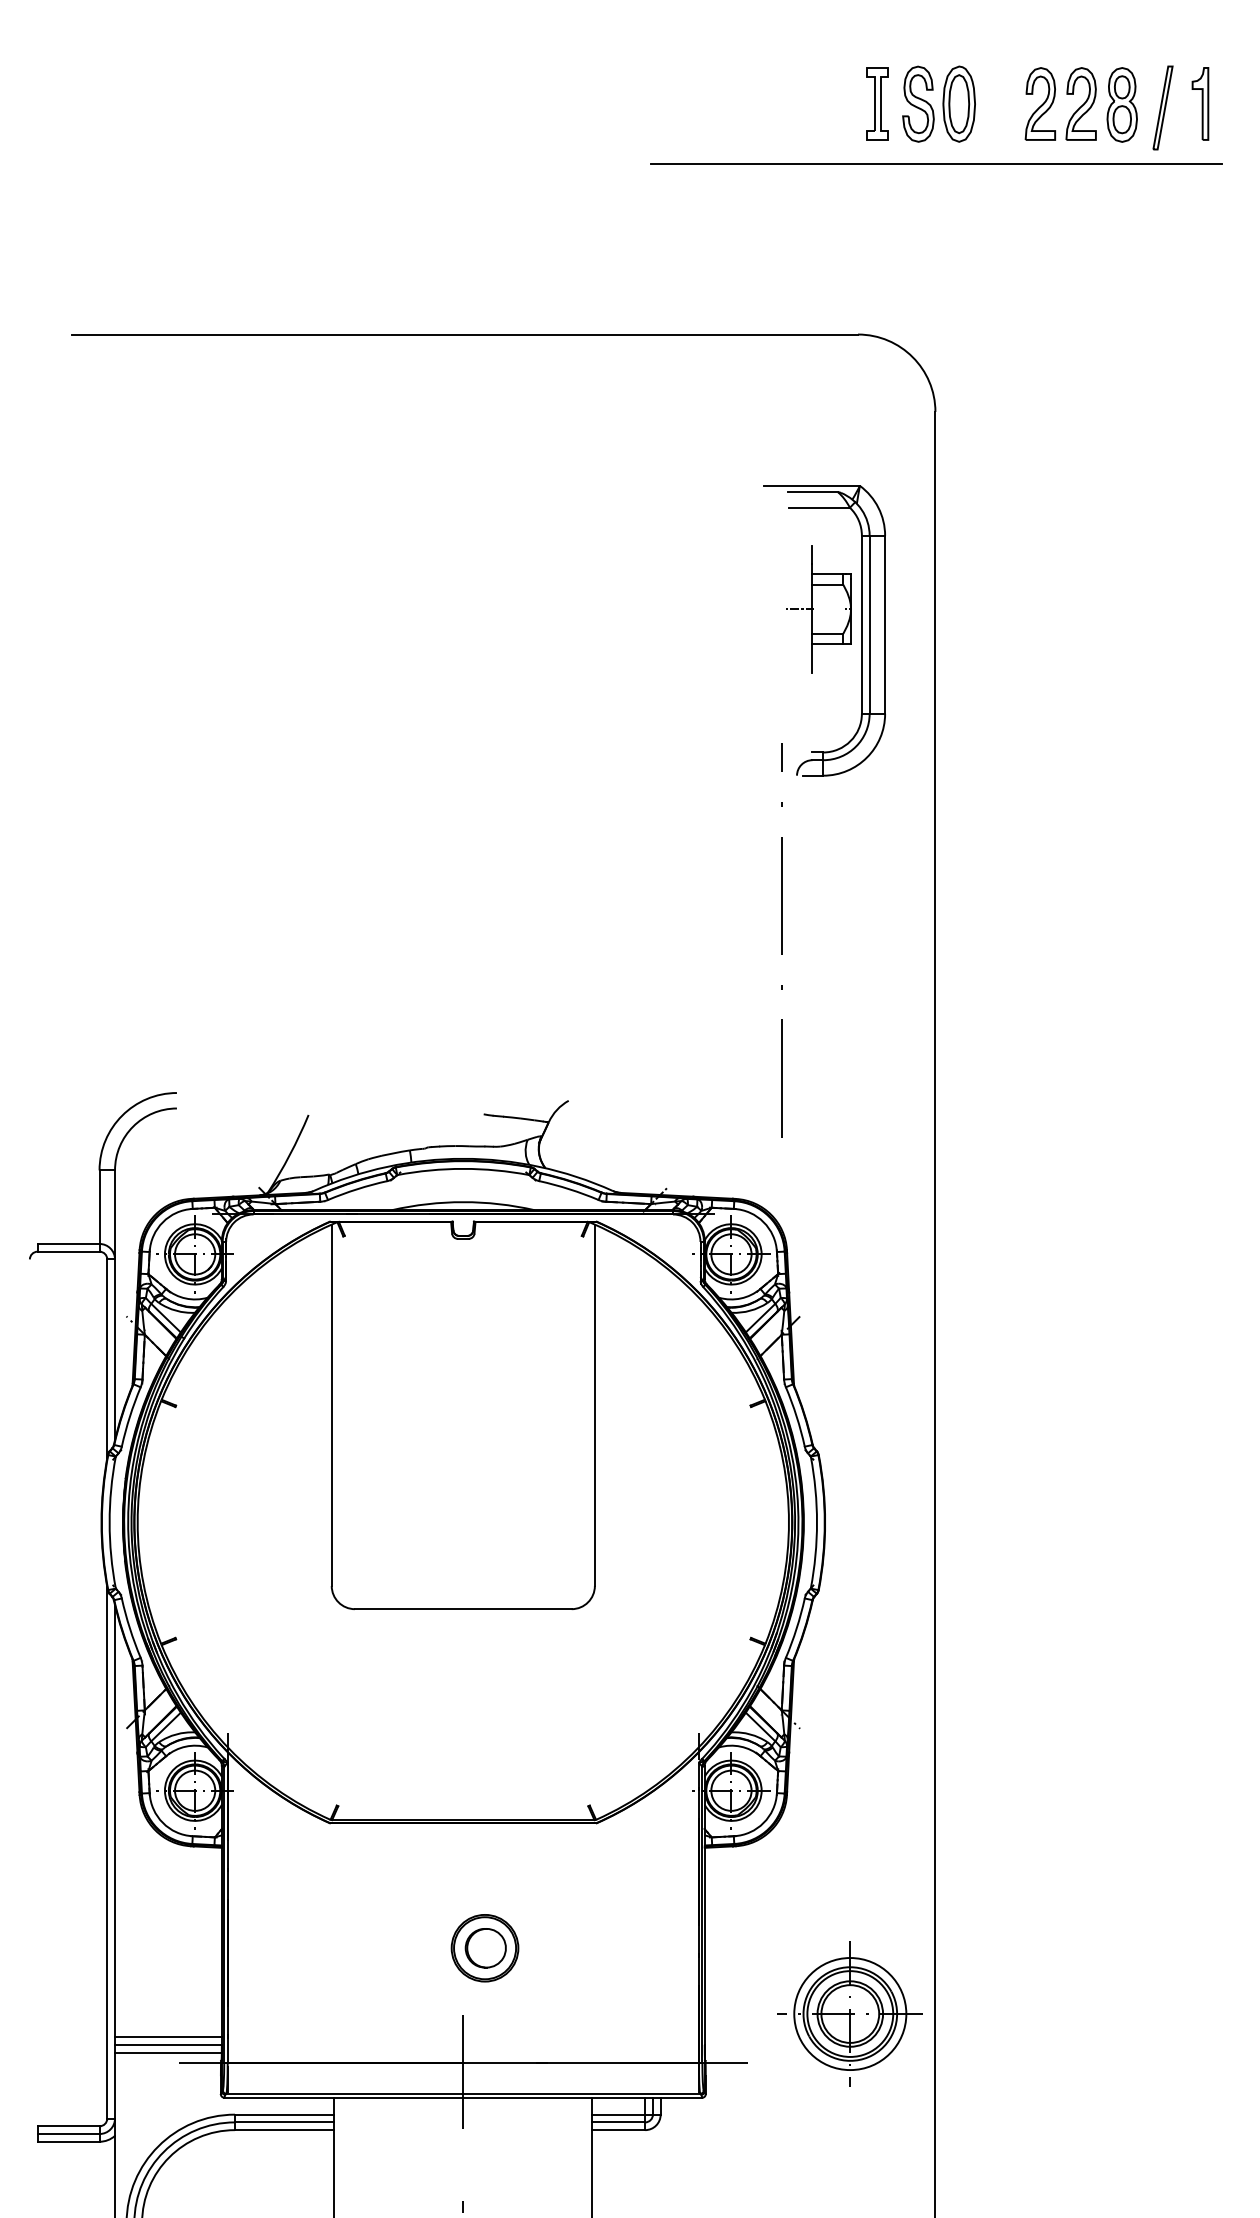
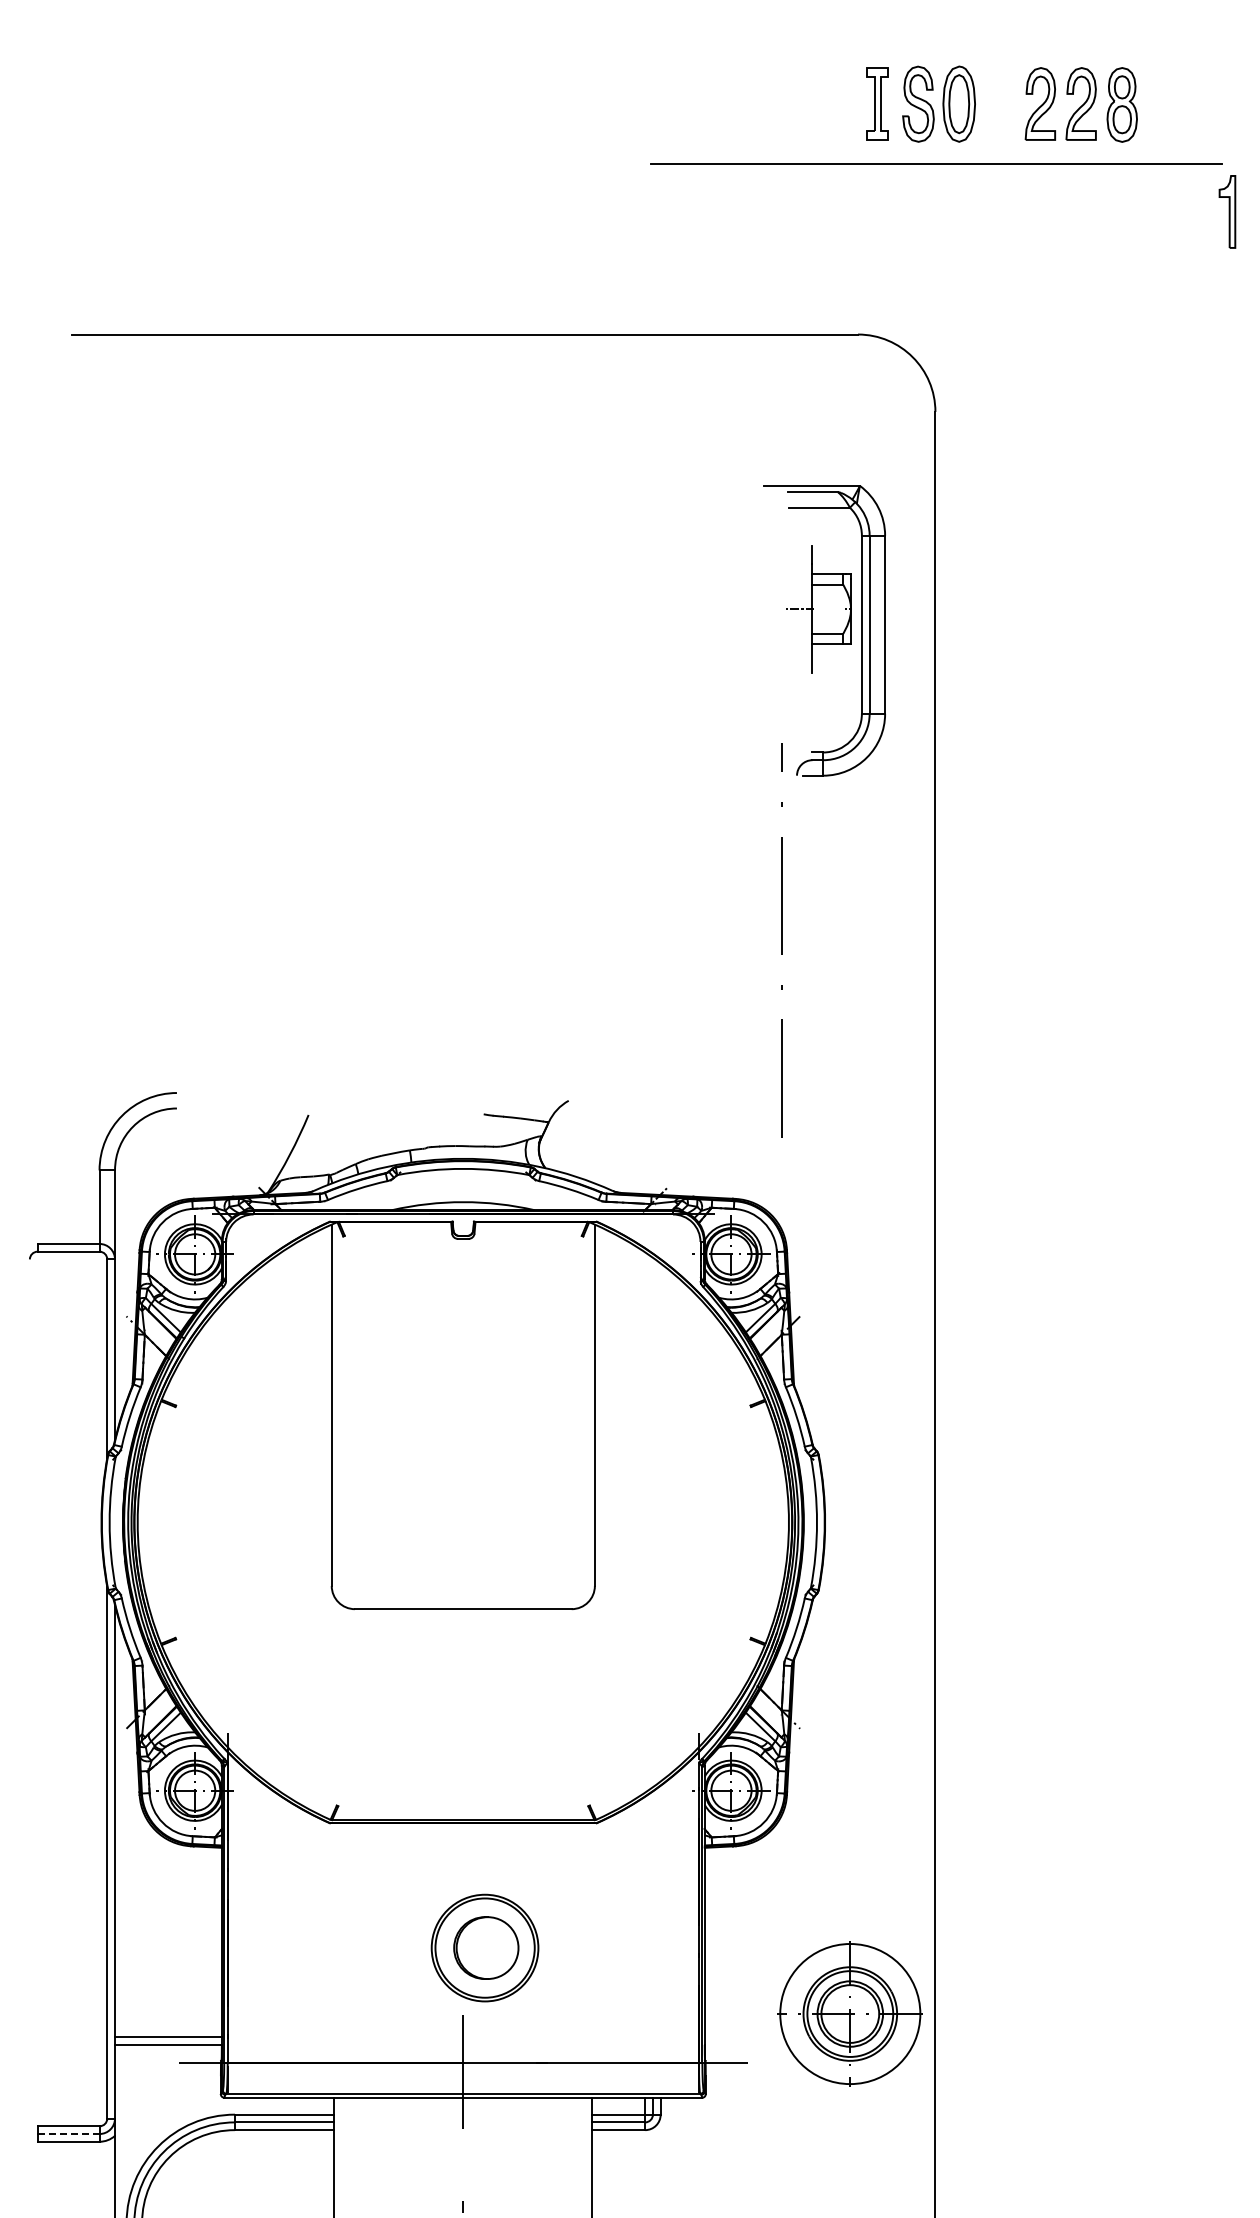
part at (1200, 103) position: (1200, 103) -> (1227, 211)
part at (1162, 107): present -> none
part at (484, 1948) size: 70x69 px -> 110x110 px
circle at (850, 2014) diameter: 112 px -> 140 px
line at (168, 2052): present -> none
line at (68, 2134): solid -> dashed
